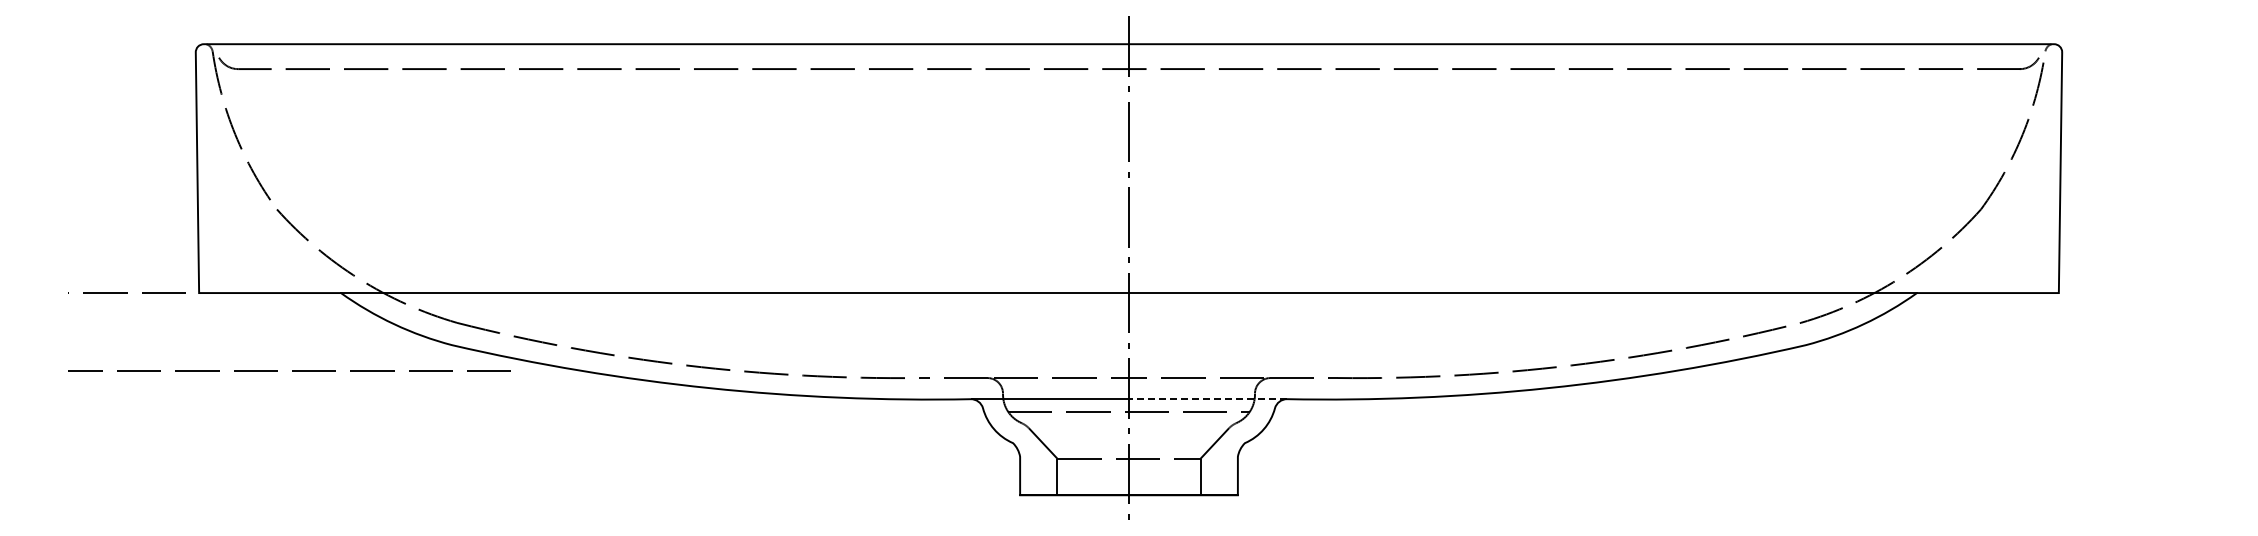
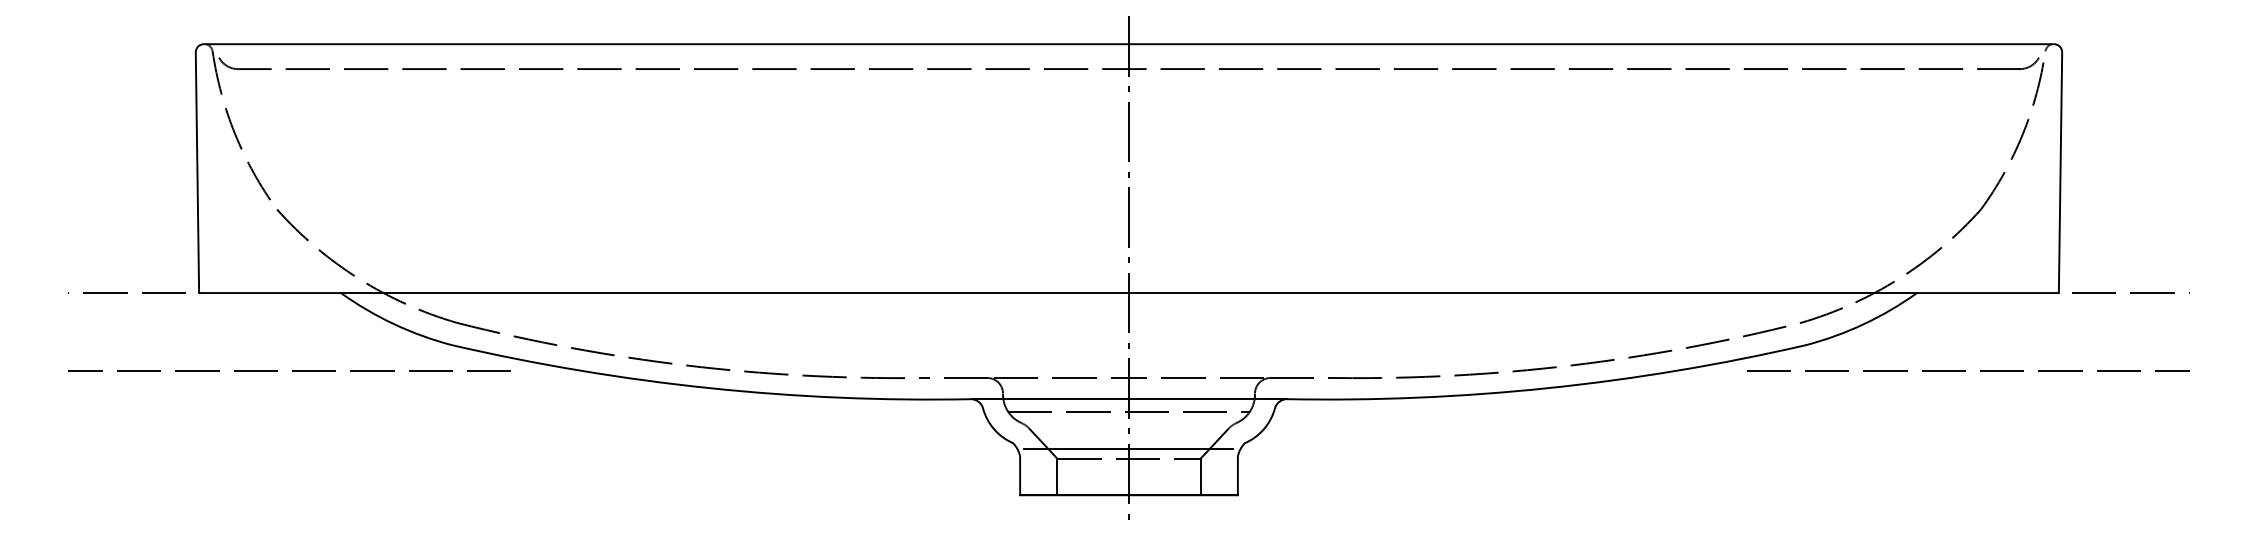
line at (2130, 292): none -> present
line at (1965, 370): none -> present
line at (1207, 399): dashed -> solid
line at (1128, 449): none -> present
